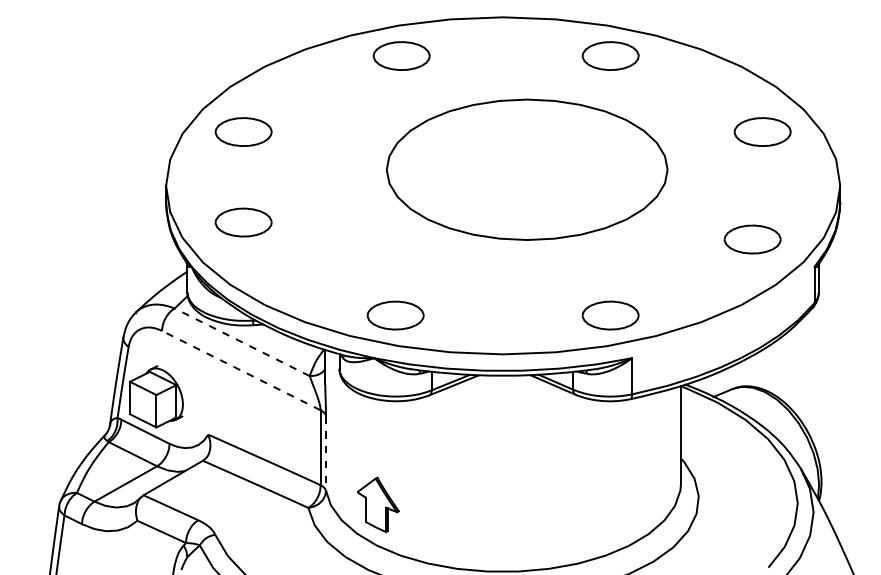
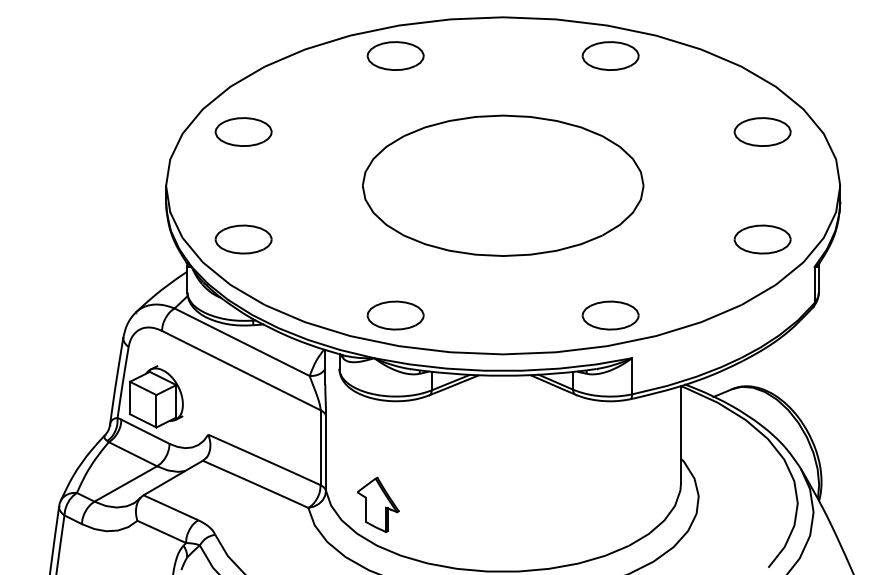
part at (401, 55) position: (401, 55) -> (395, 55)
part at (527, 169) position: (527, 169) -> (503, 185)
part at (243, 222) position: (243, 222) -> (243, 239)
part at (752, 239) position: (752, 239) -> (762, 239)
line at (242, 342): dashed -> solid
line at (241, 370): dashed -> solid
line at (326, 453): dashed -> solid
